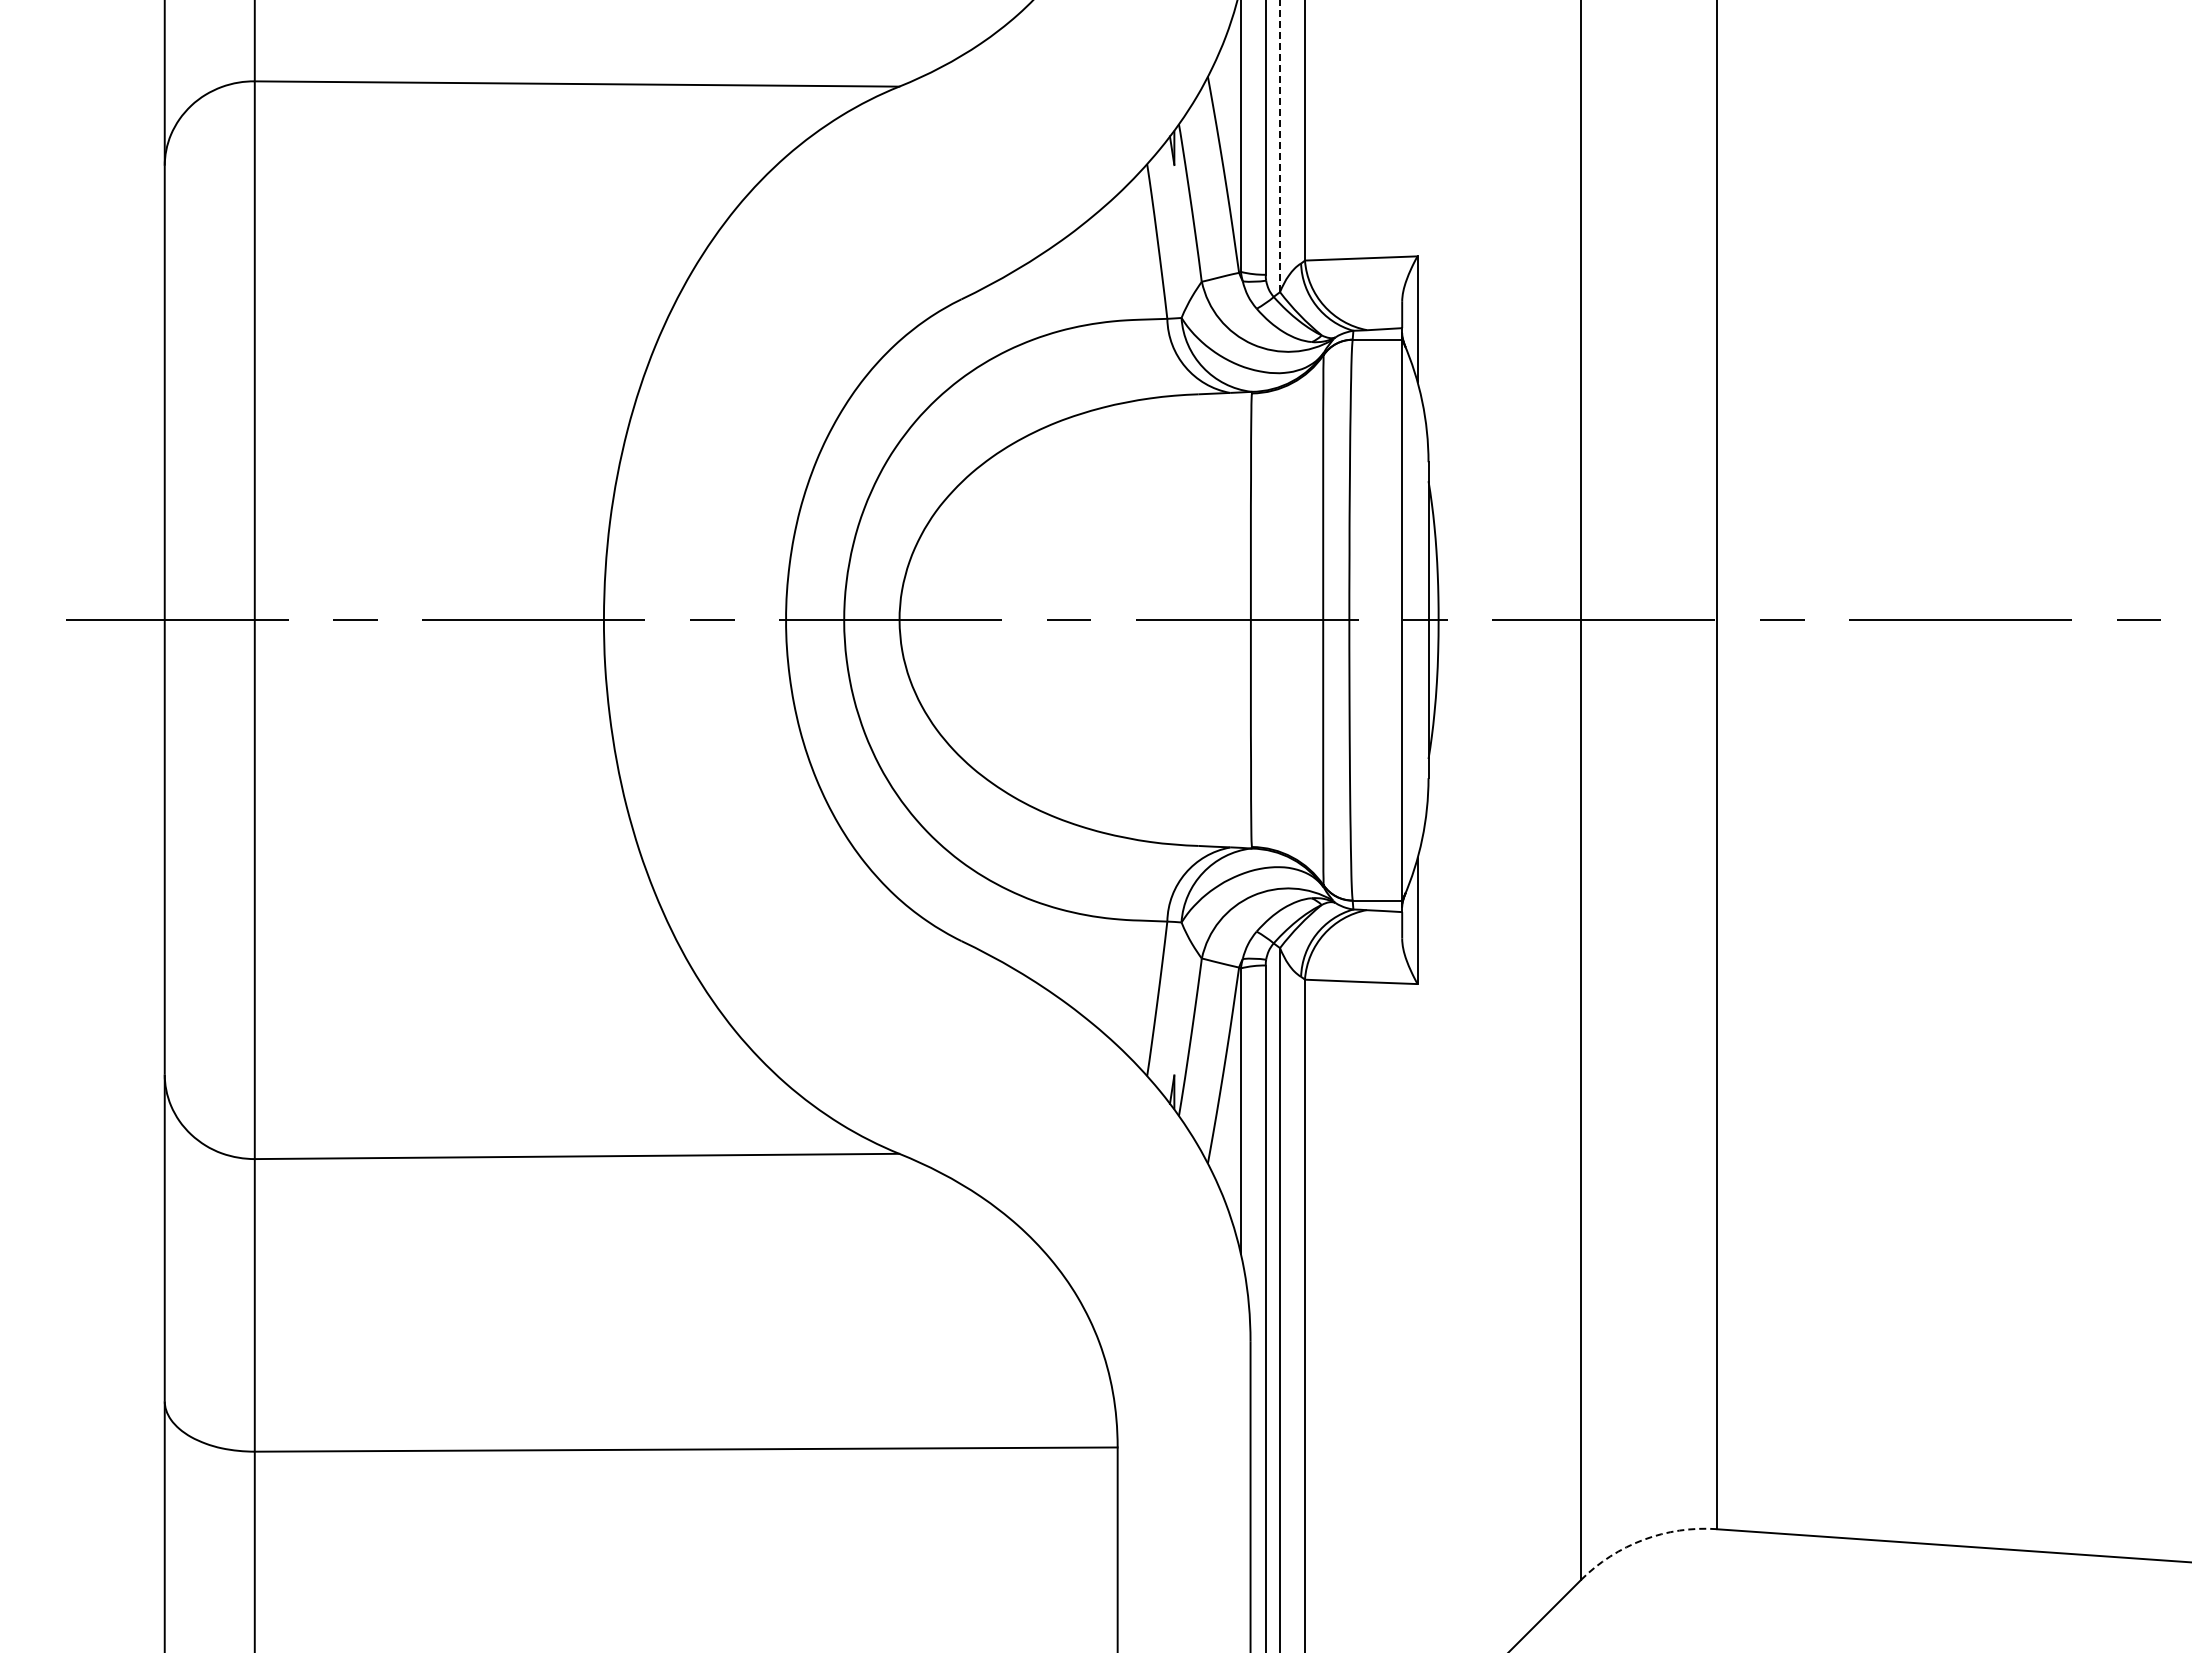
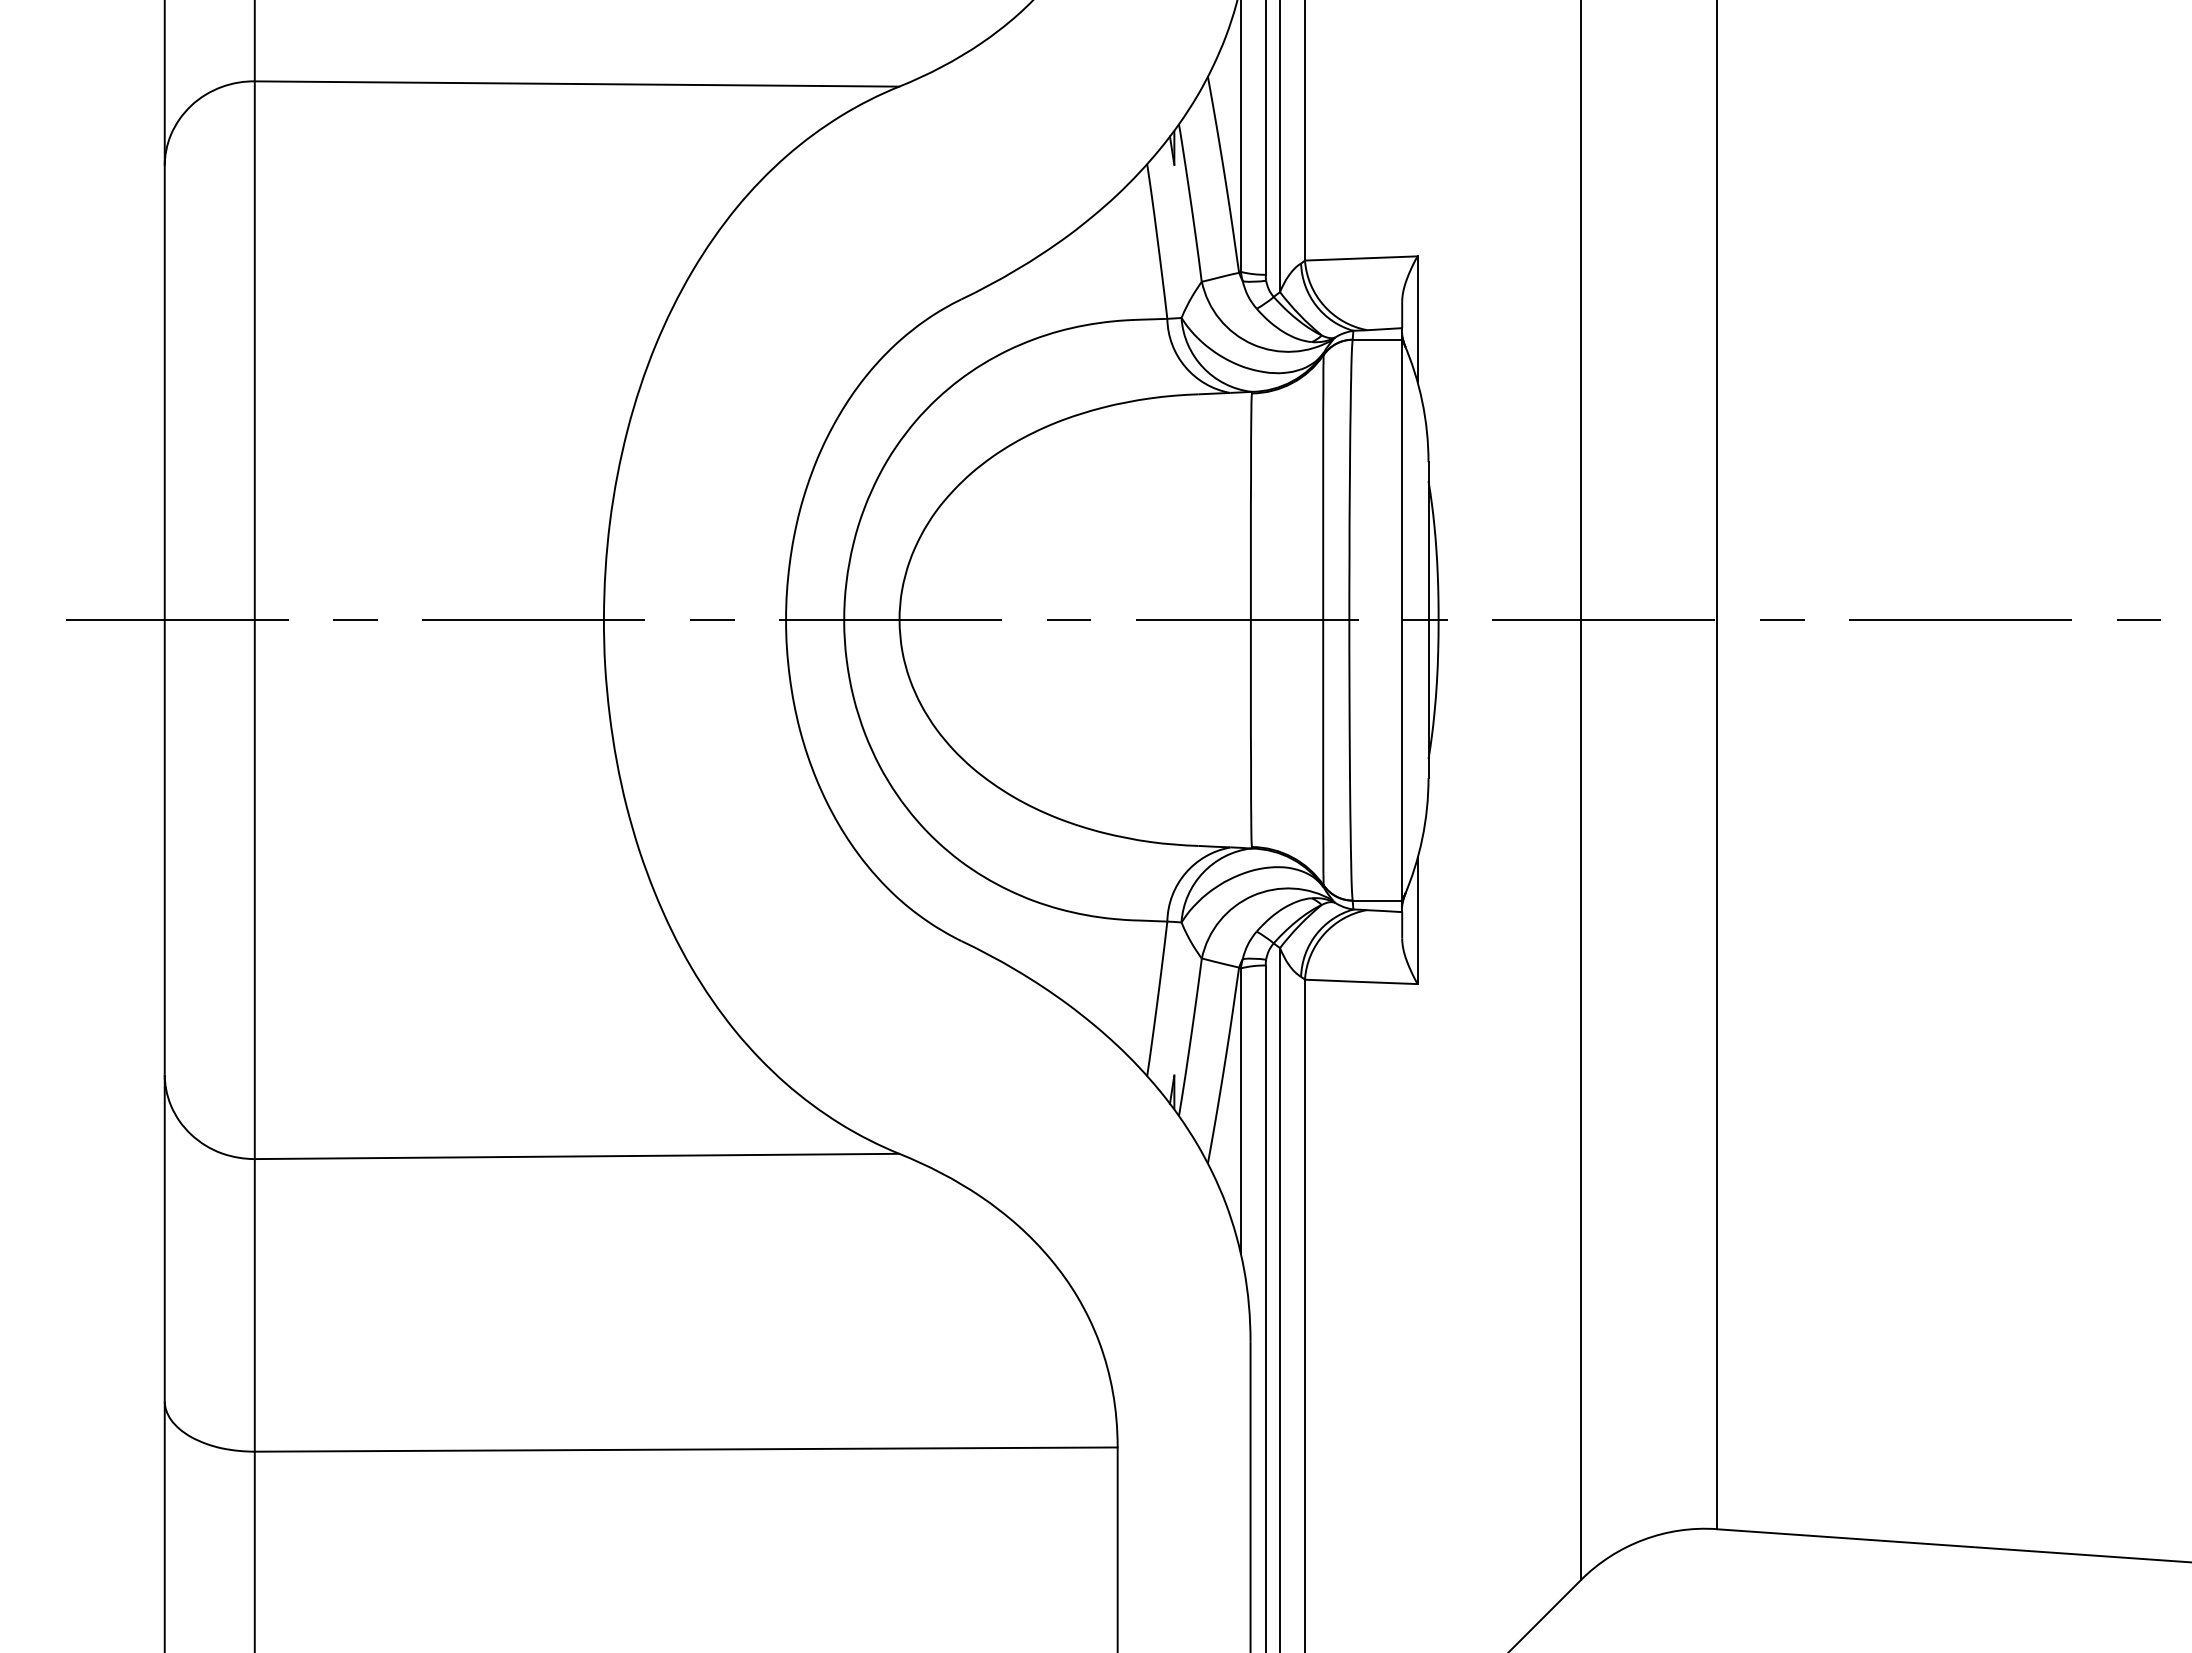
line at (1280, 146): dashed -> solid
arc at (1643, 1539): dashed -> solid
